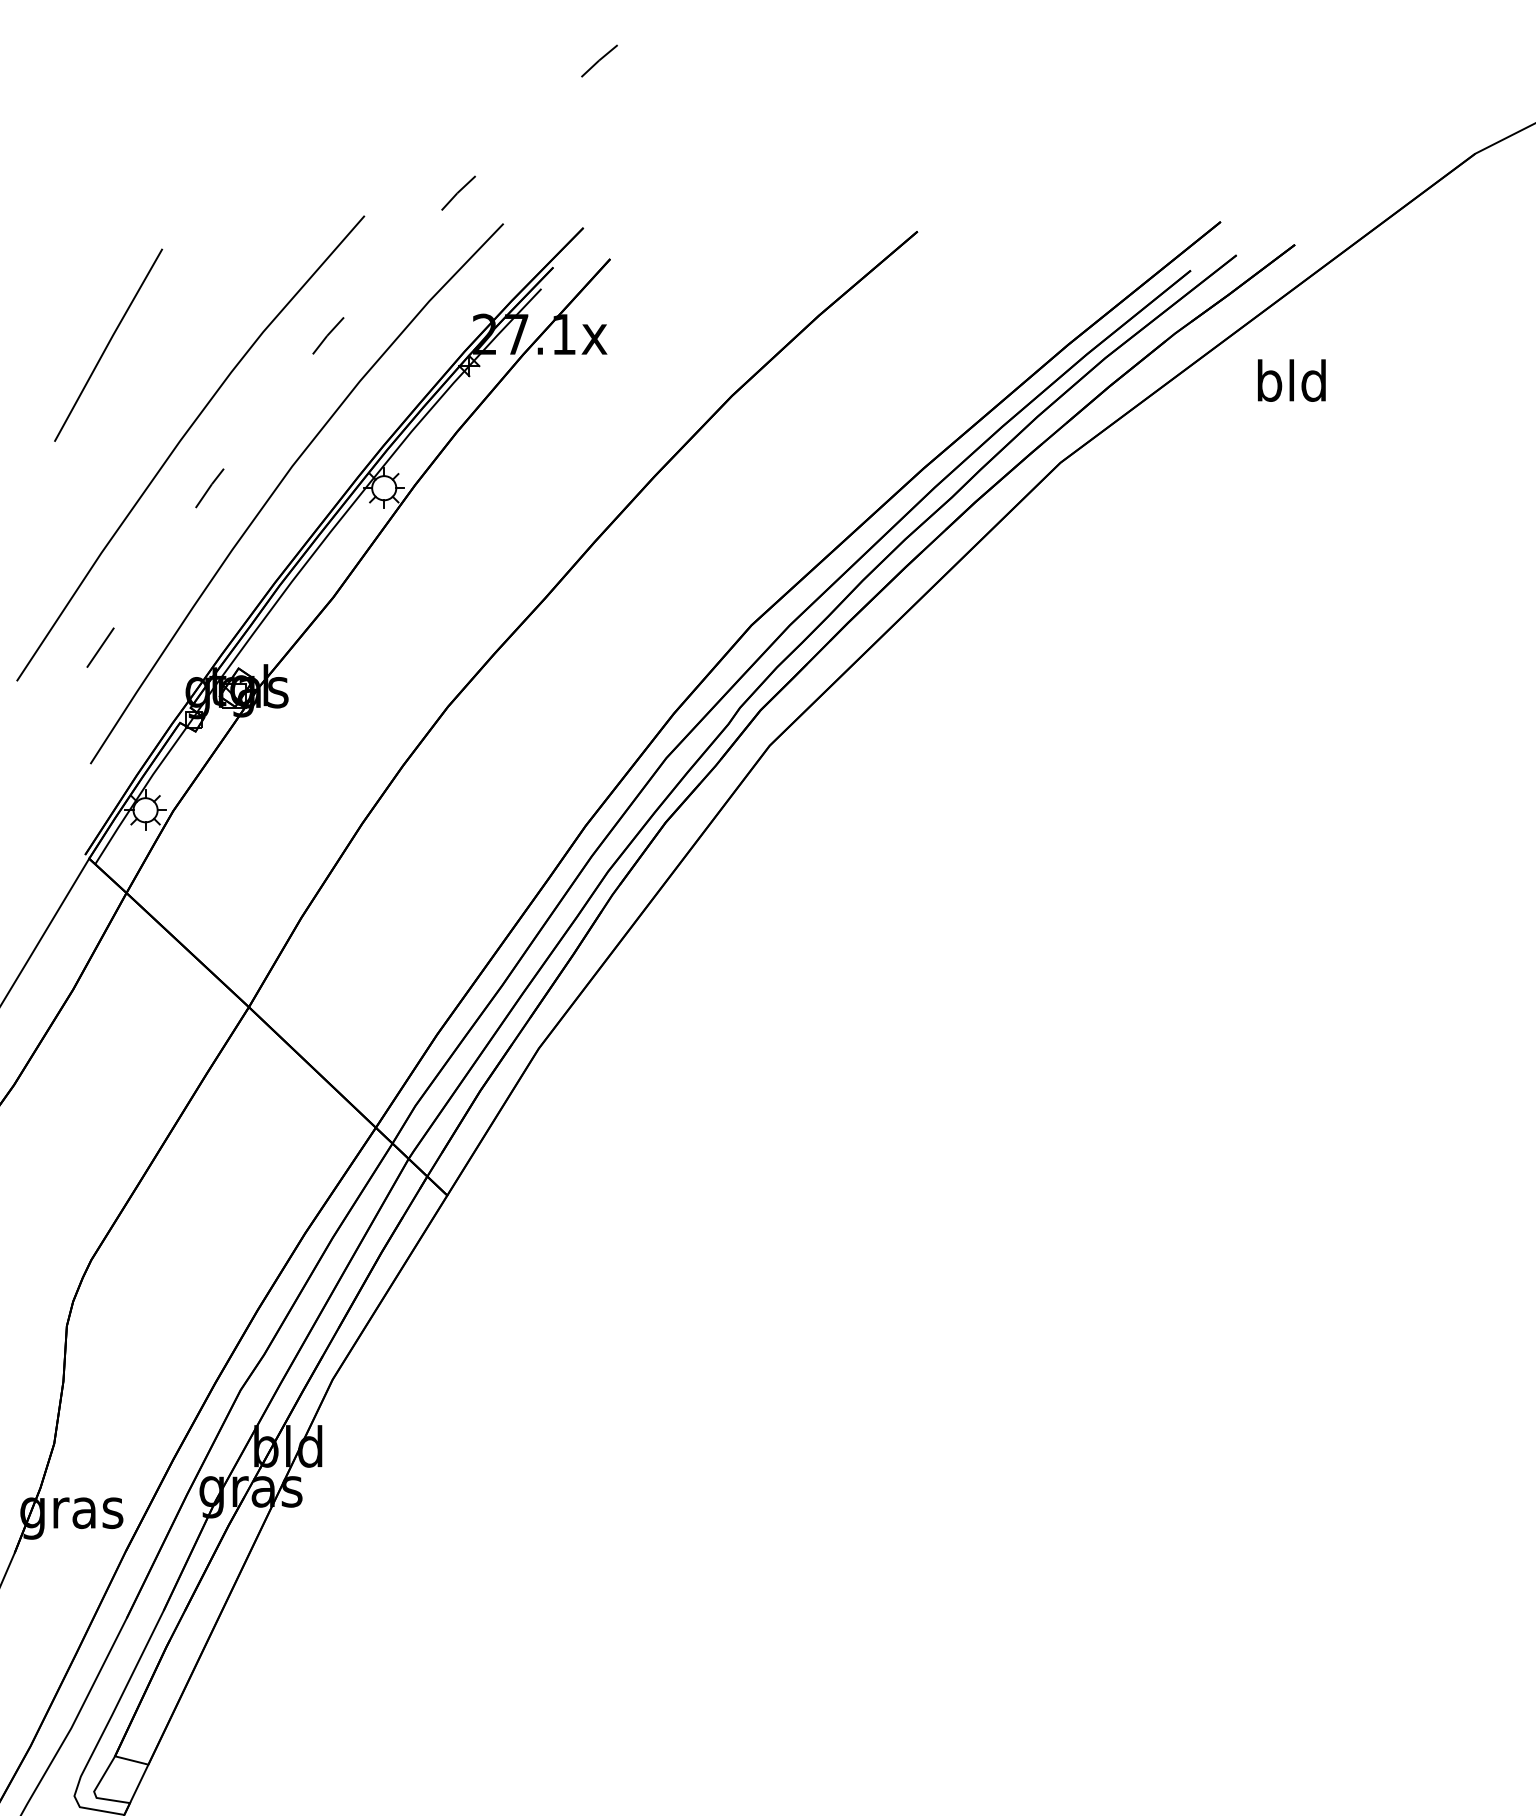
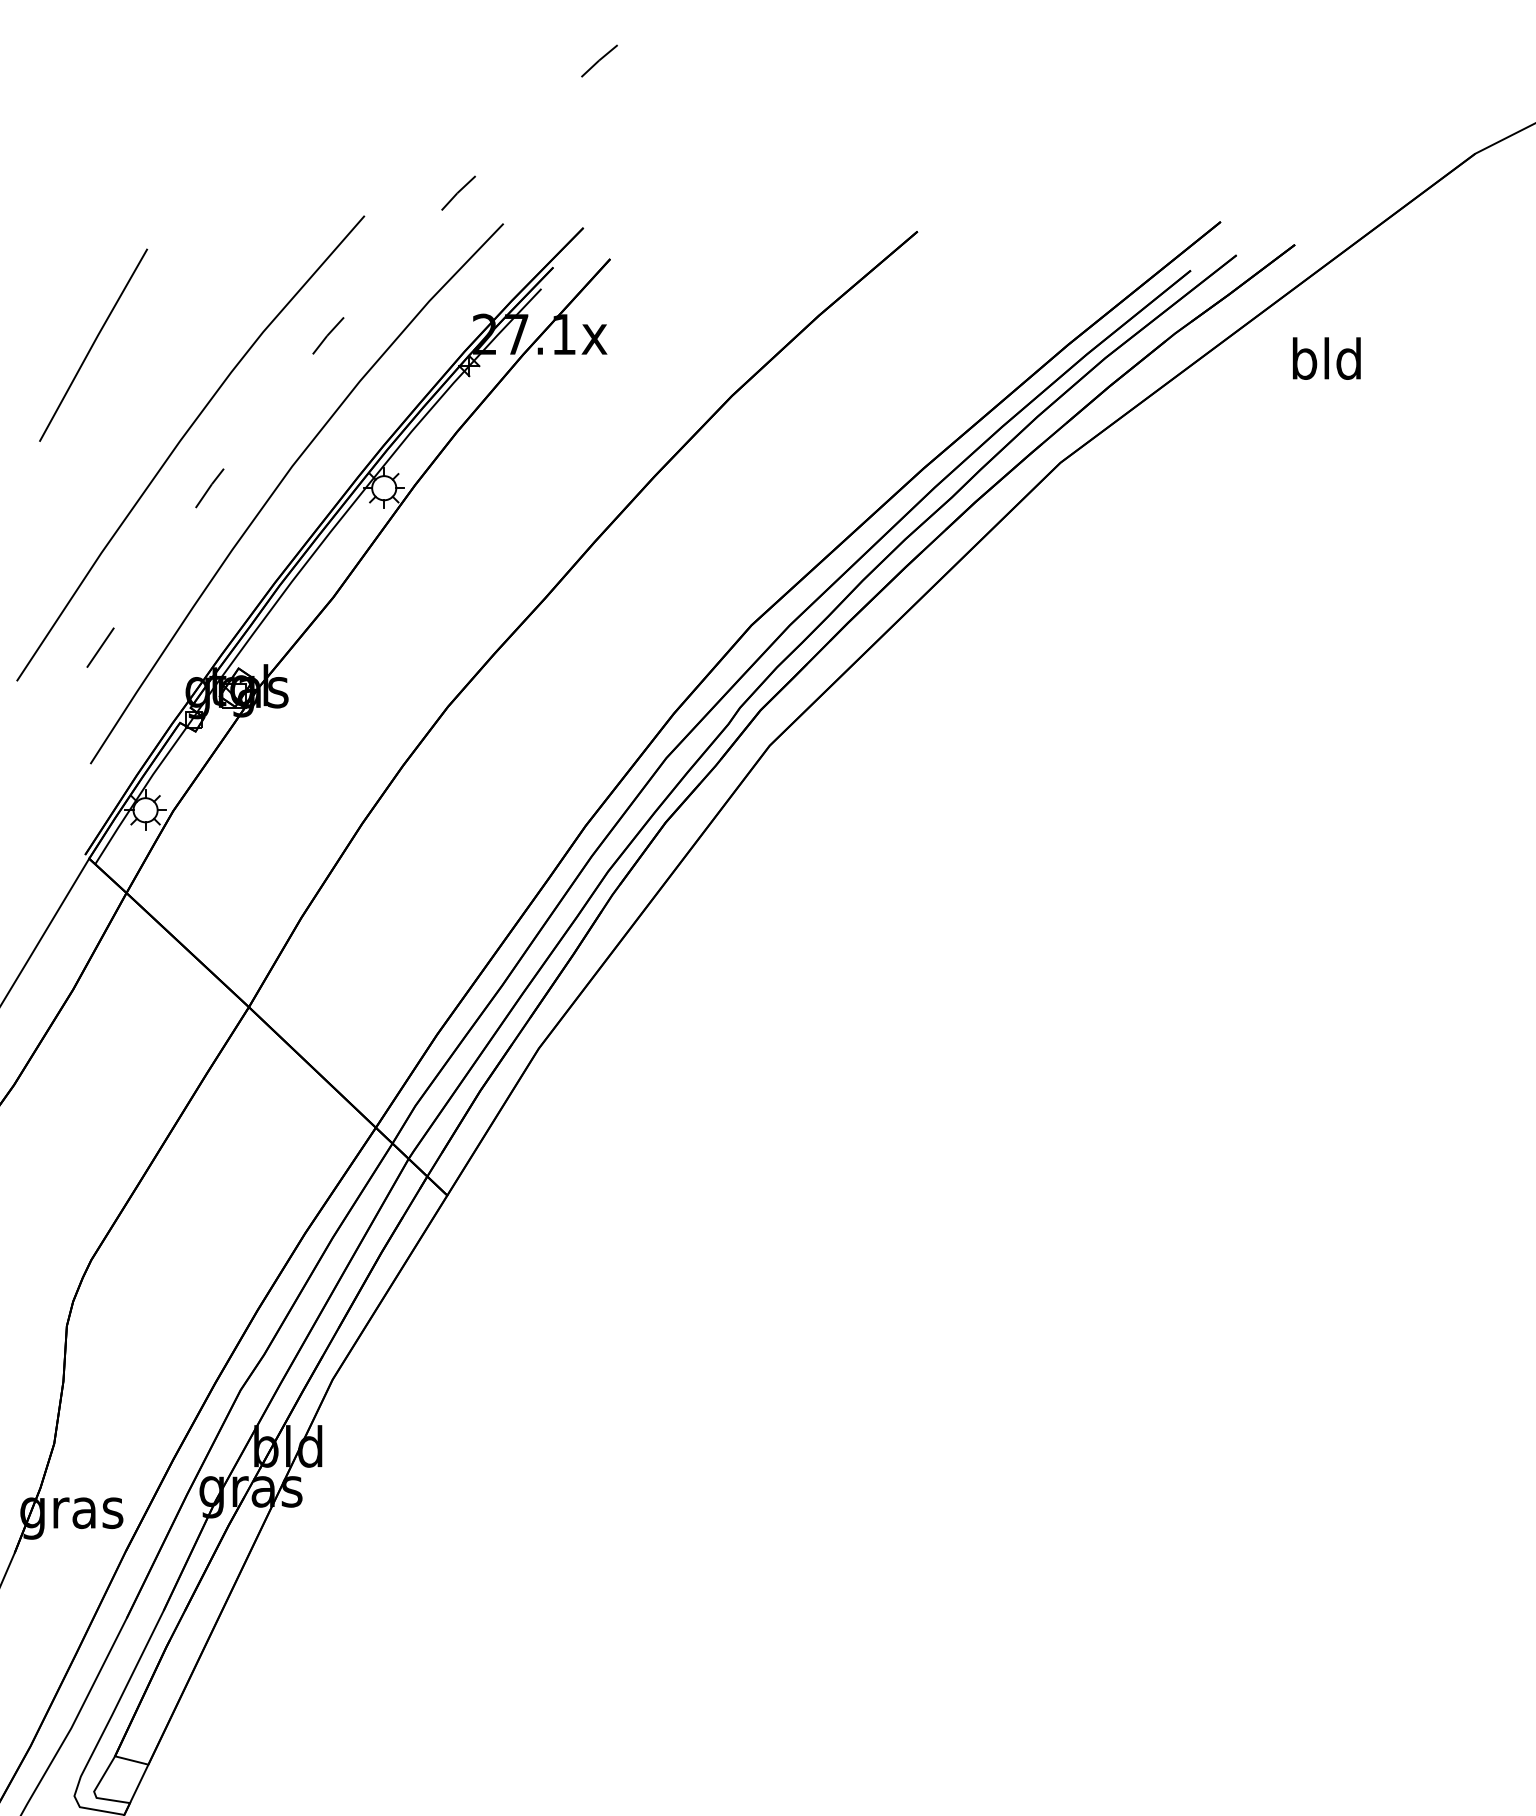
line at (108, 344) position: (108, 344) -> (93, 344)
text at (1291, 380) position: (1291, 380) -> (1326, 358)
